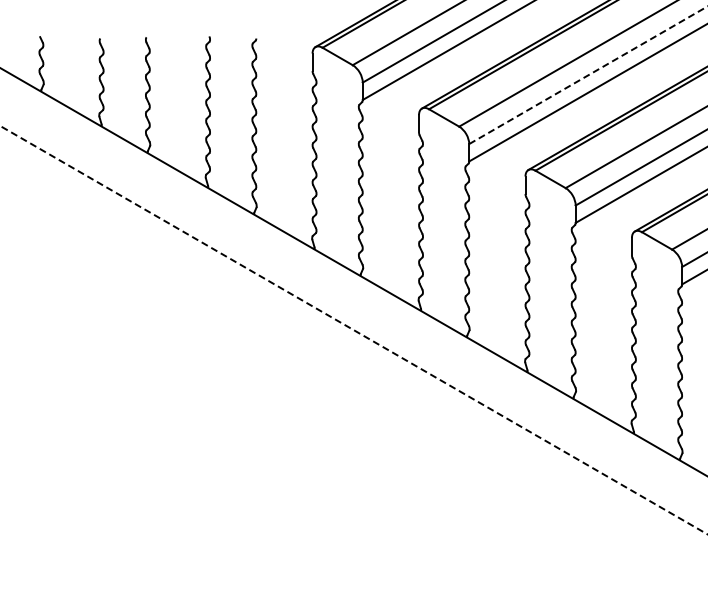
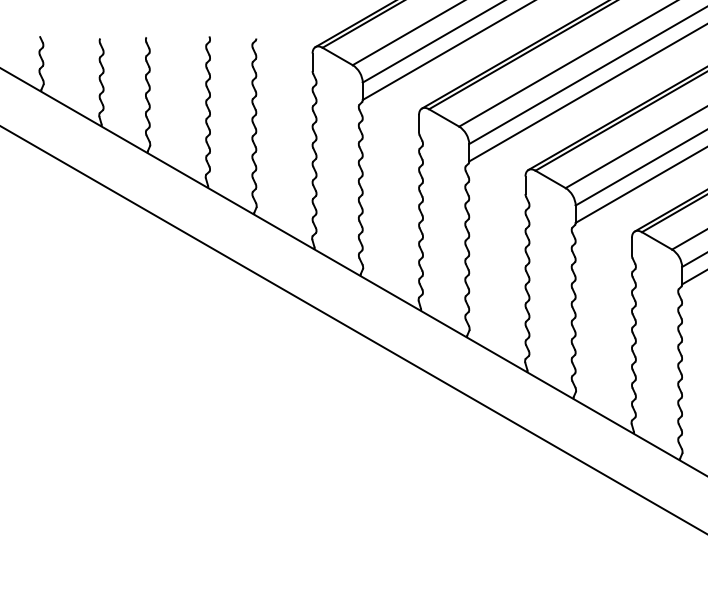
line at (588, 75): dashed -> solid
line at (353, 330): dashed -> solid
